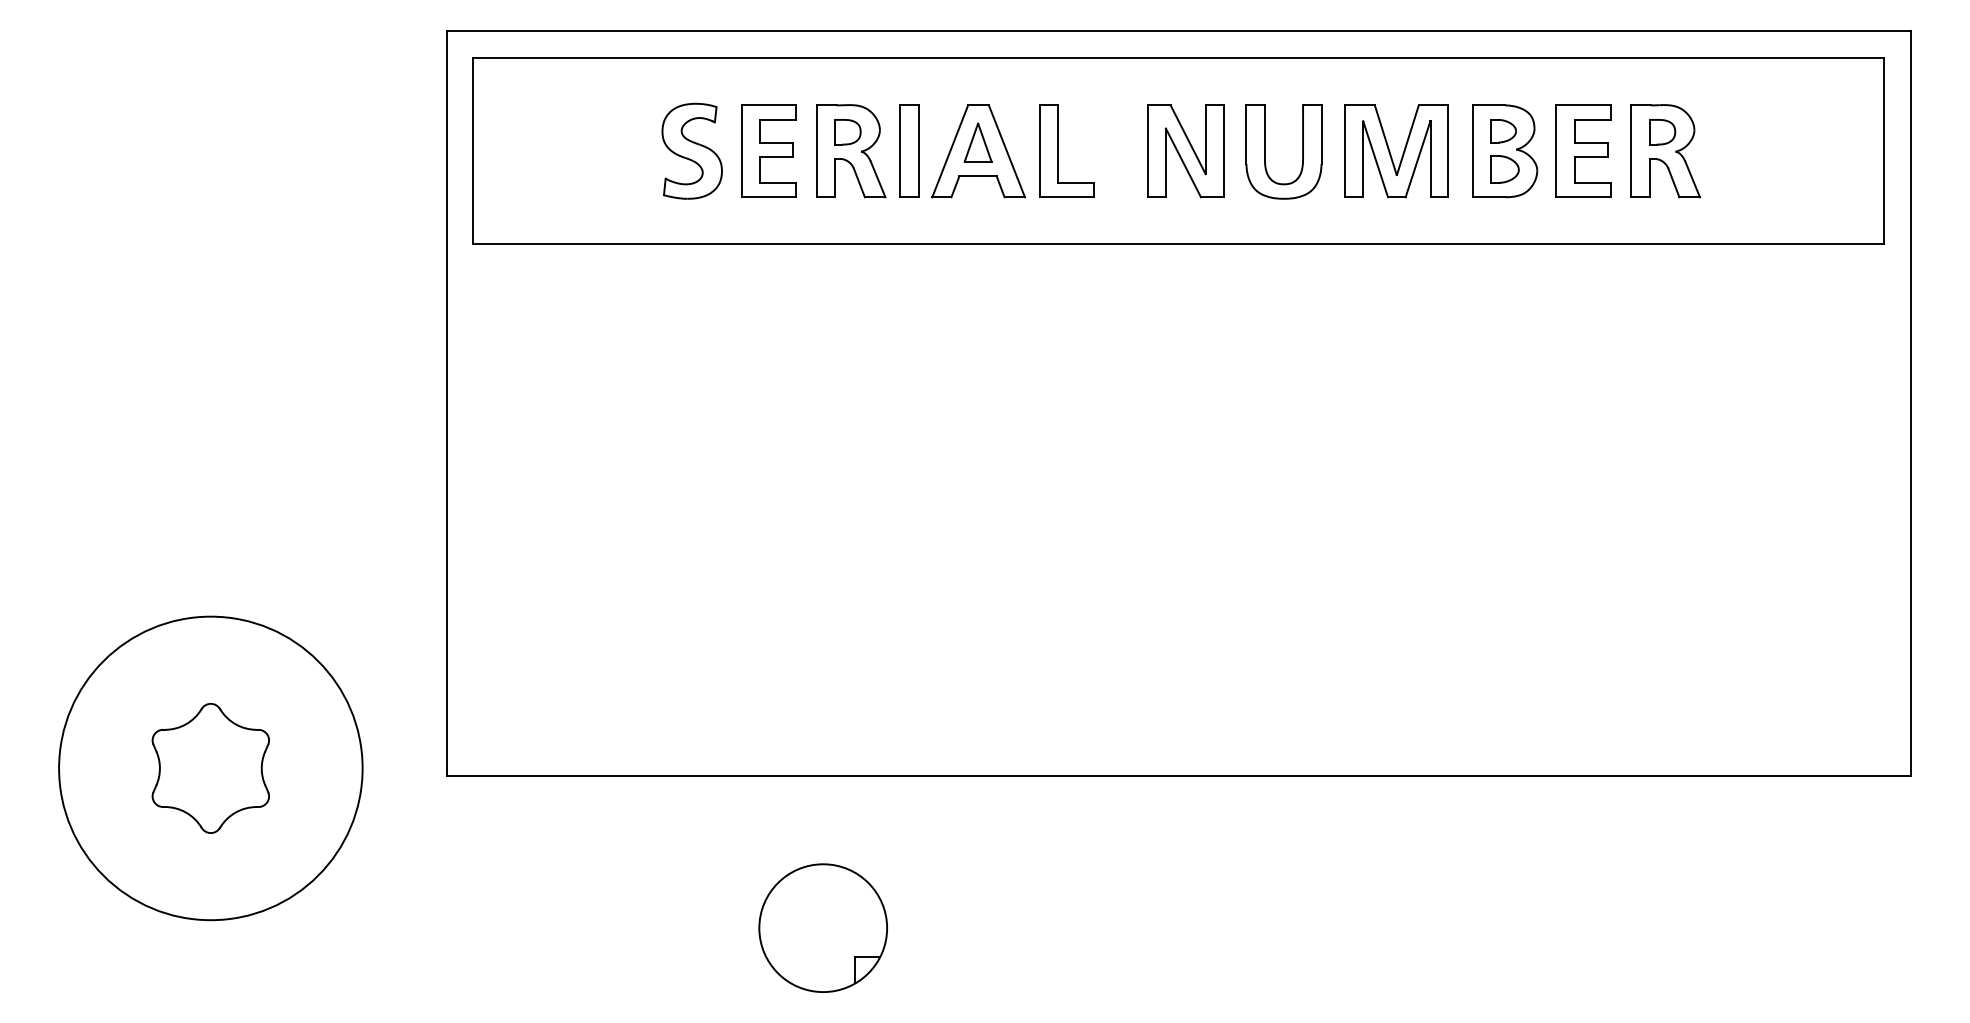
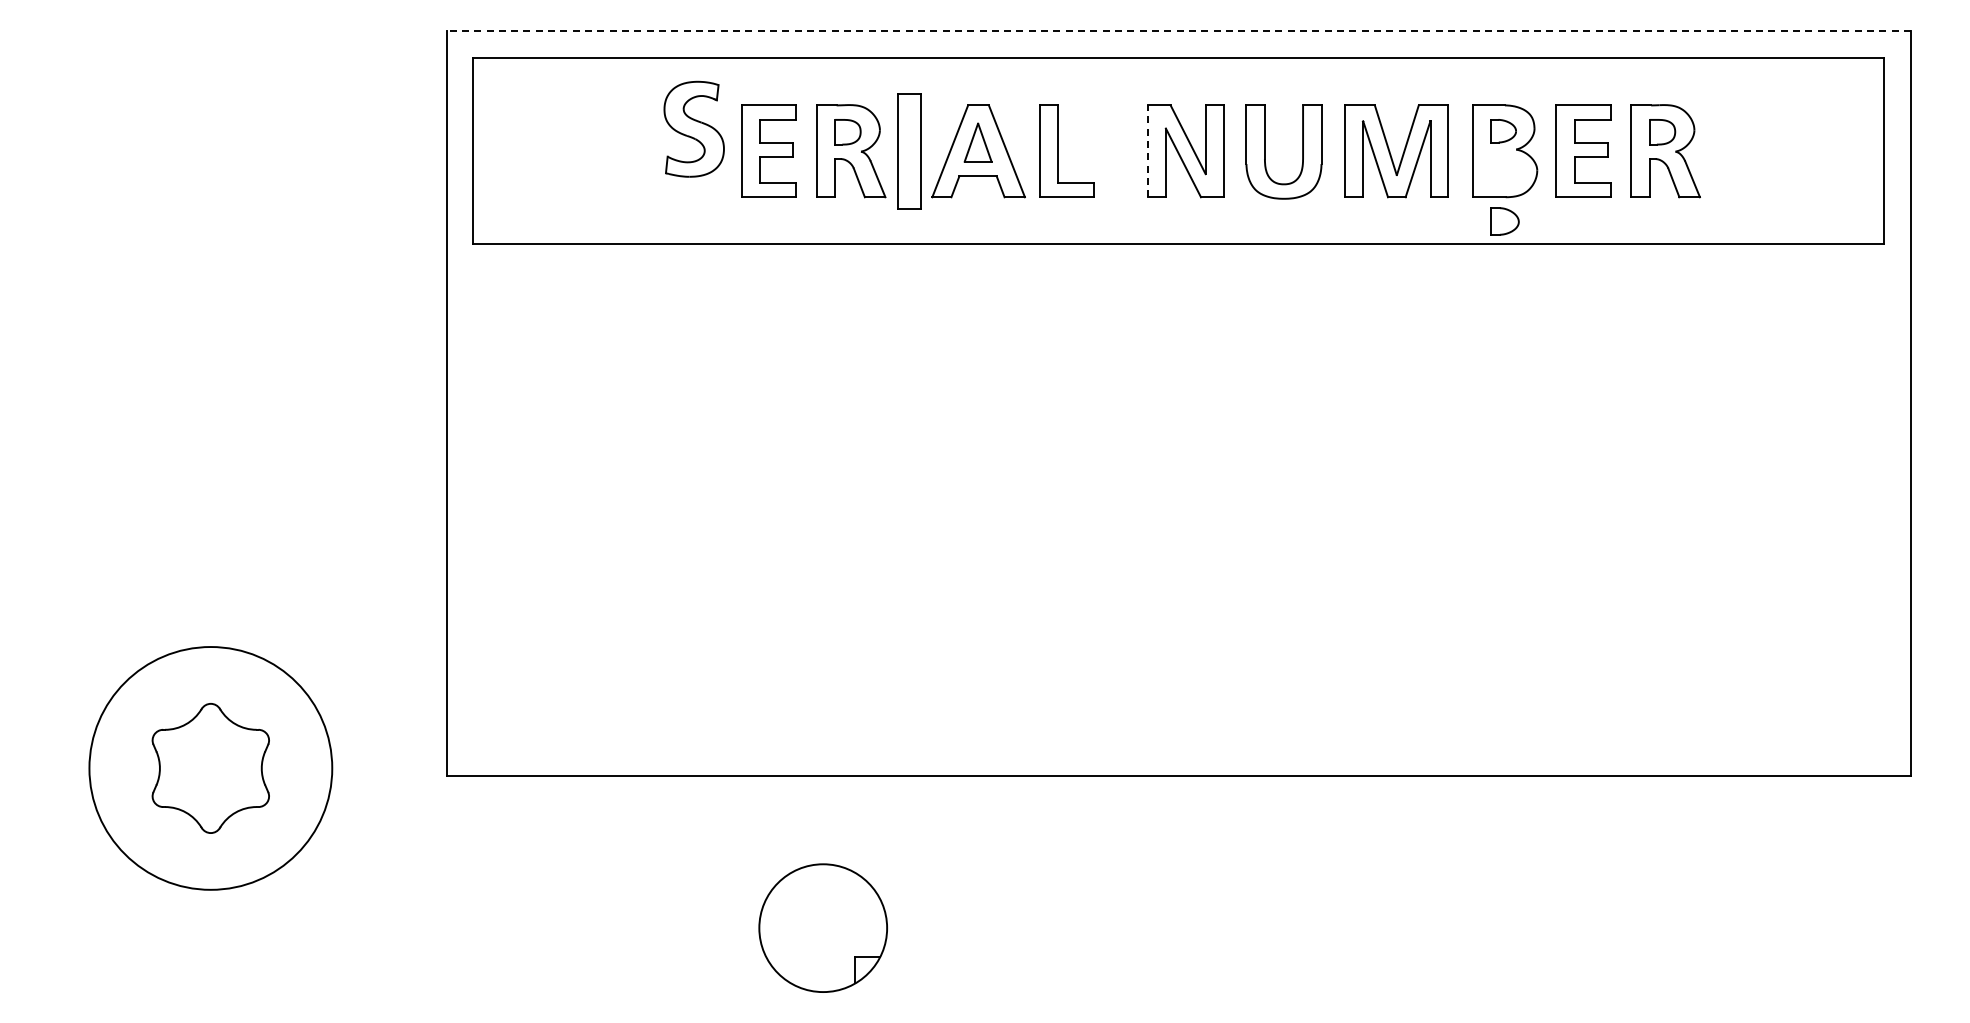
line at (1178, 30): solid -> dashed
part at (691, 150) position: (691, 150) -> (693, 128)
part at (909, 150) size: 21x94 px -> 25x117 px
line at (1148, 151): solid -> dashed
part at (1504, 169) position: (1504, 169) -> (1504, 221)
circle at (210, 768) diameter: 304 px -> 243 px
